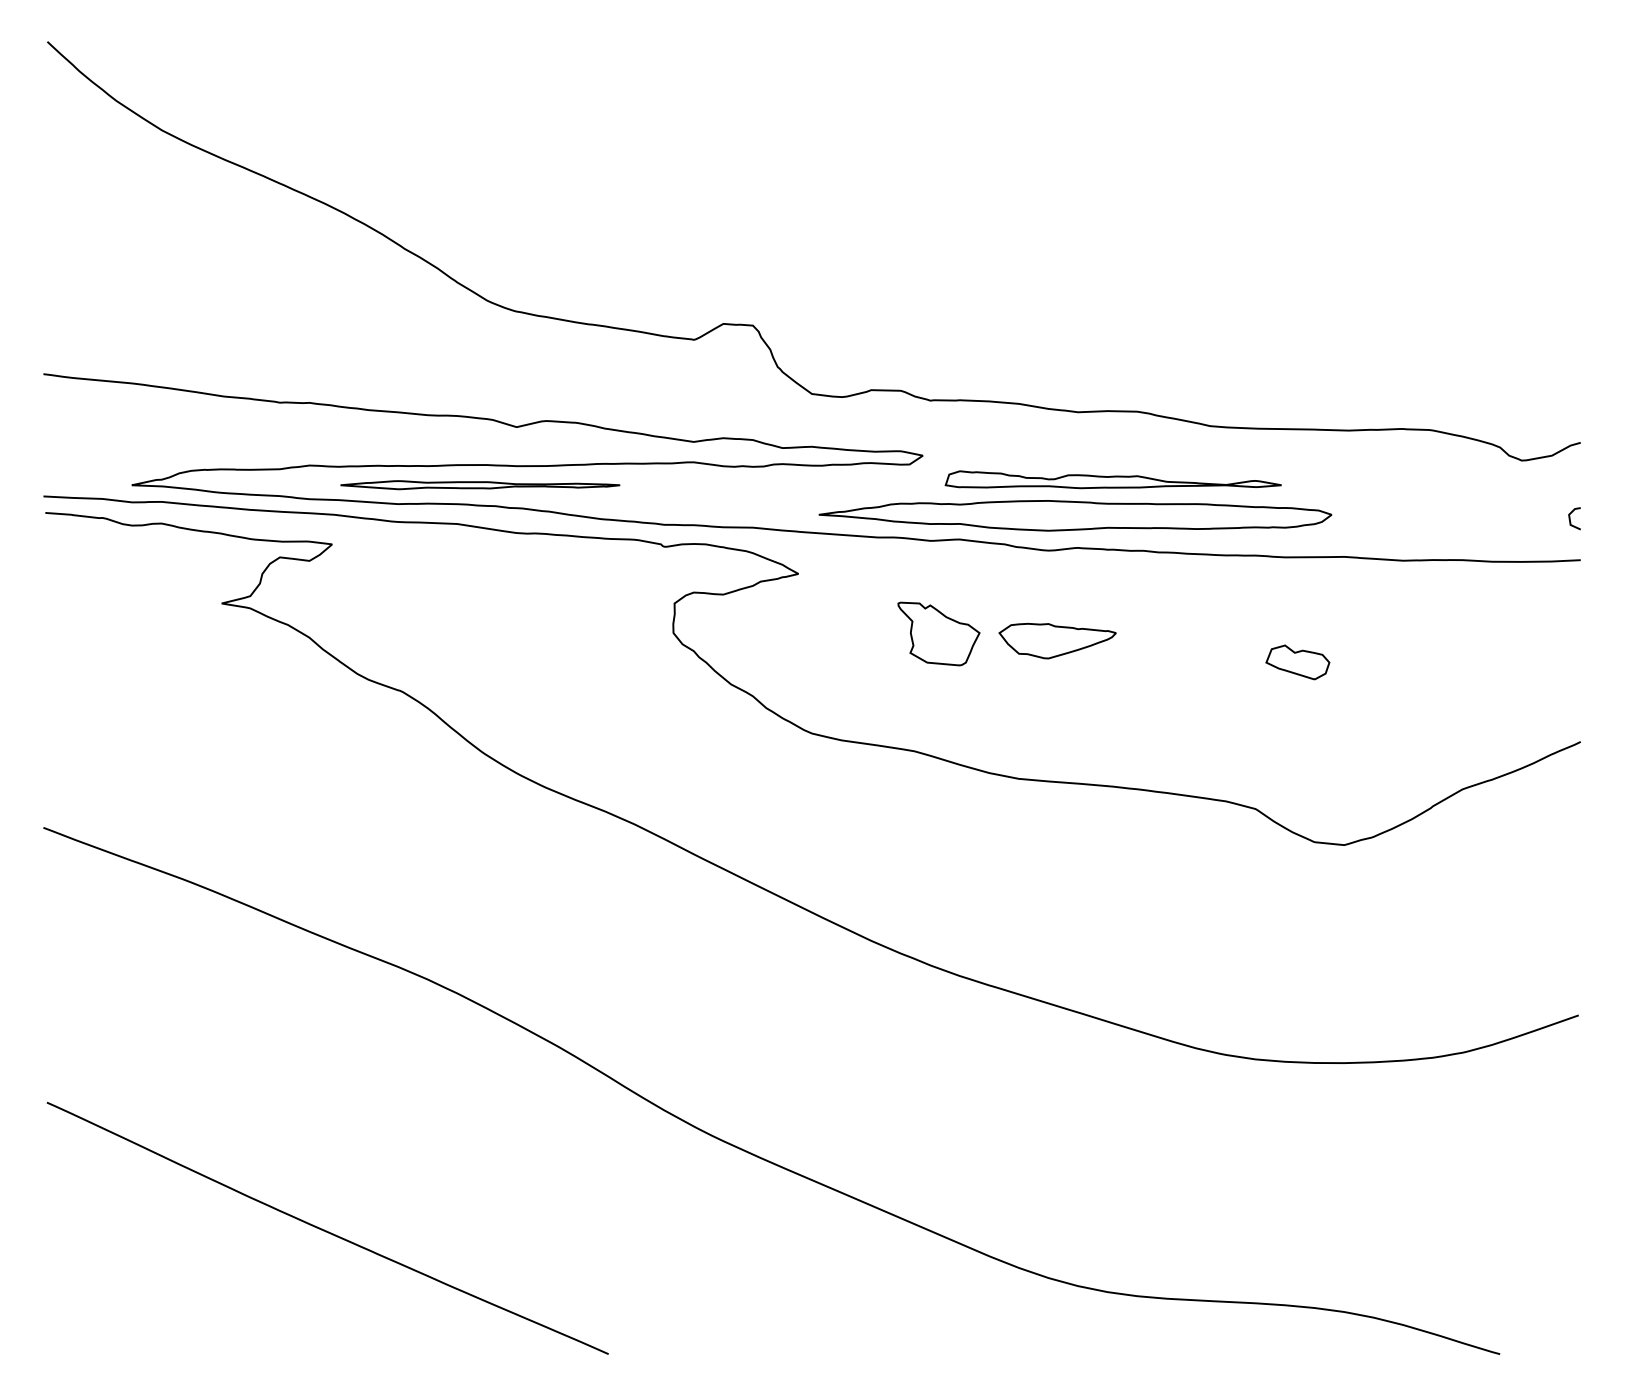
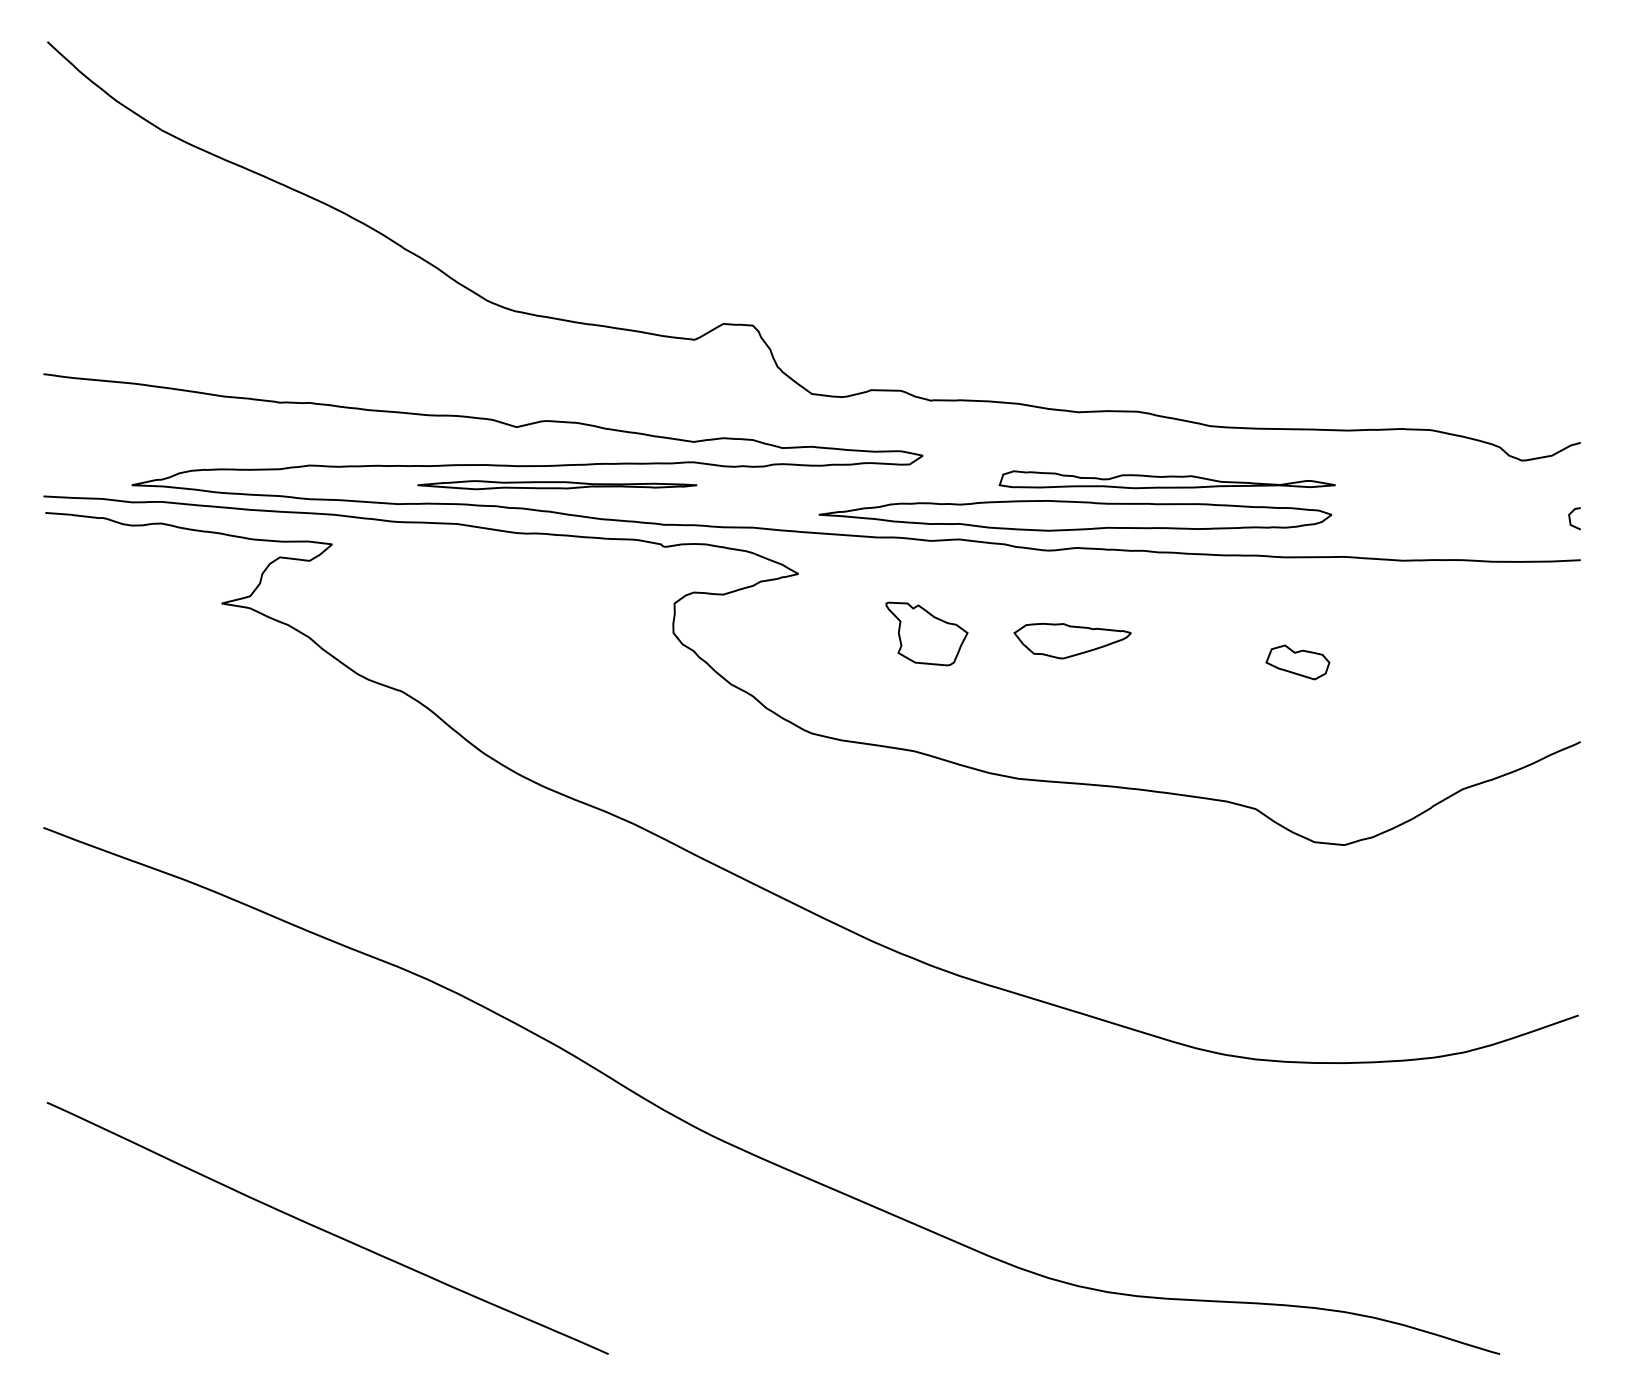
part at (1112, 479) position: (1112, 479) -> (1166, 479)
part at (480, 485) position: (480, 485) -> (557, 485)
part at (938, 633) position: (938, 633) -> (926, 633)
part at (1057, 640) position: (1057, 640) -> (1072, 640)
